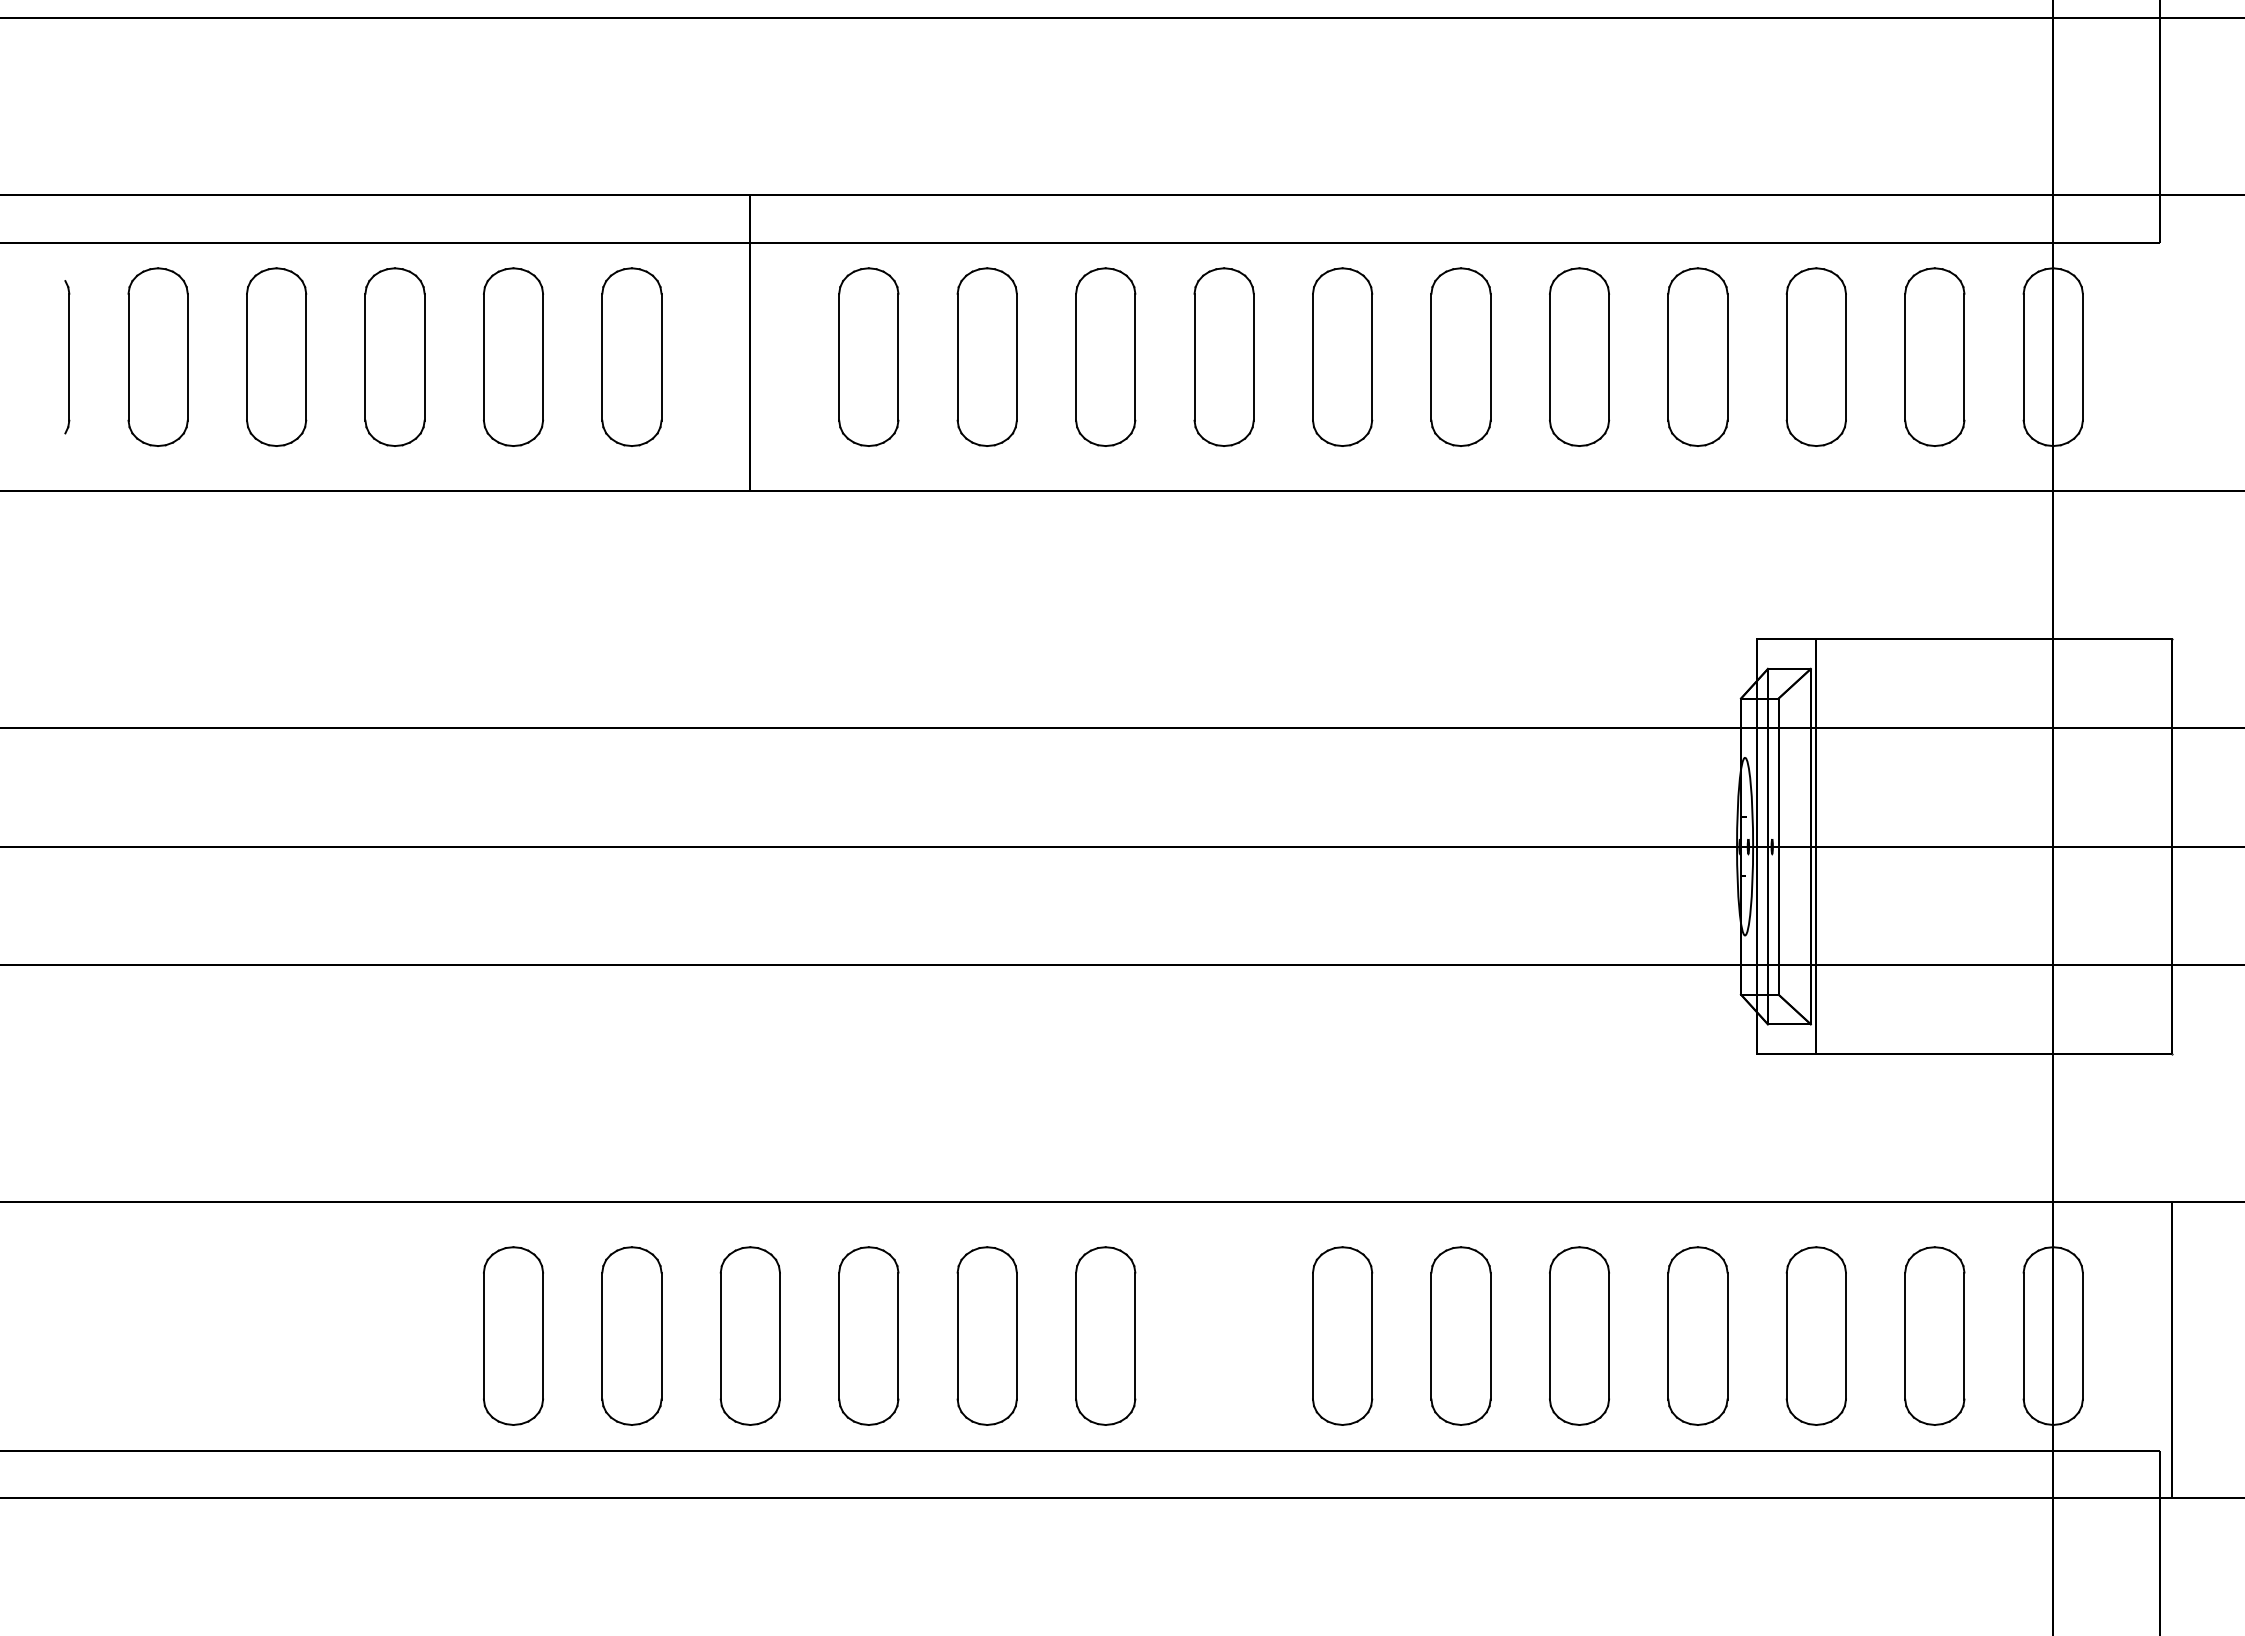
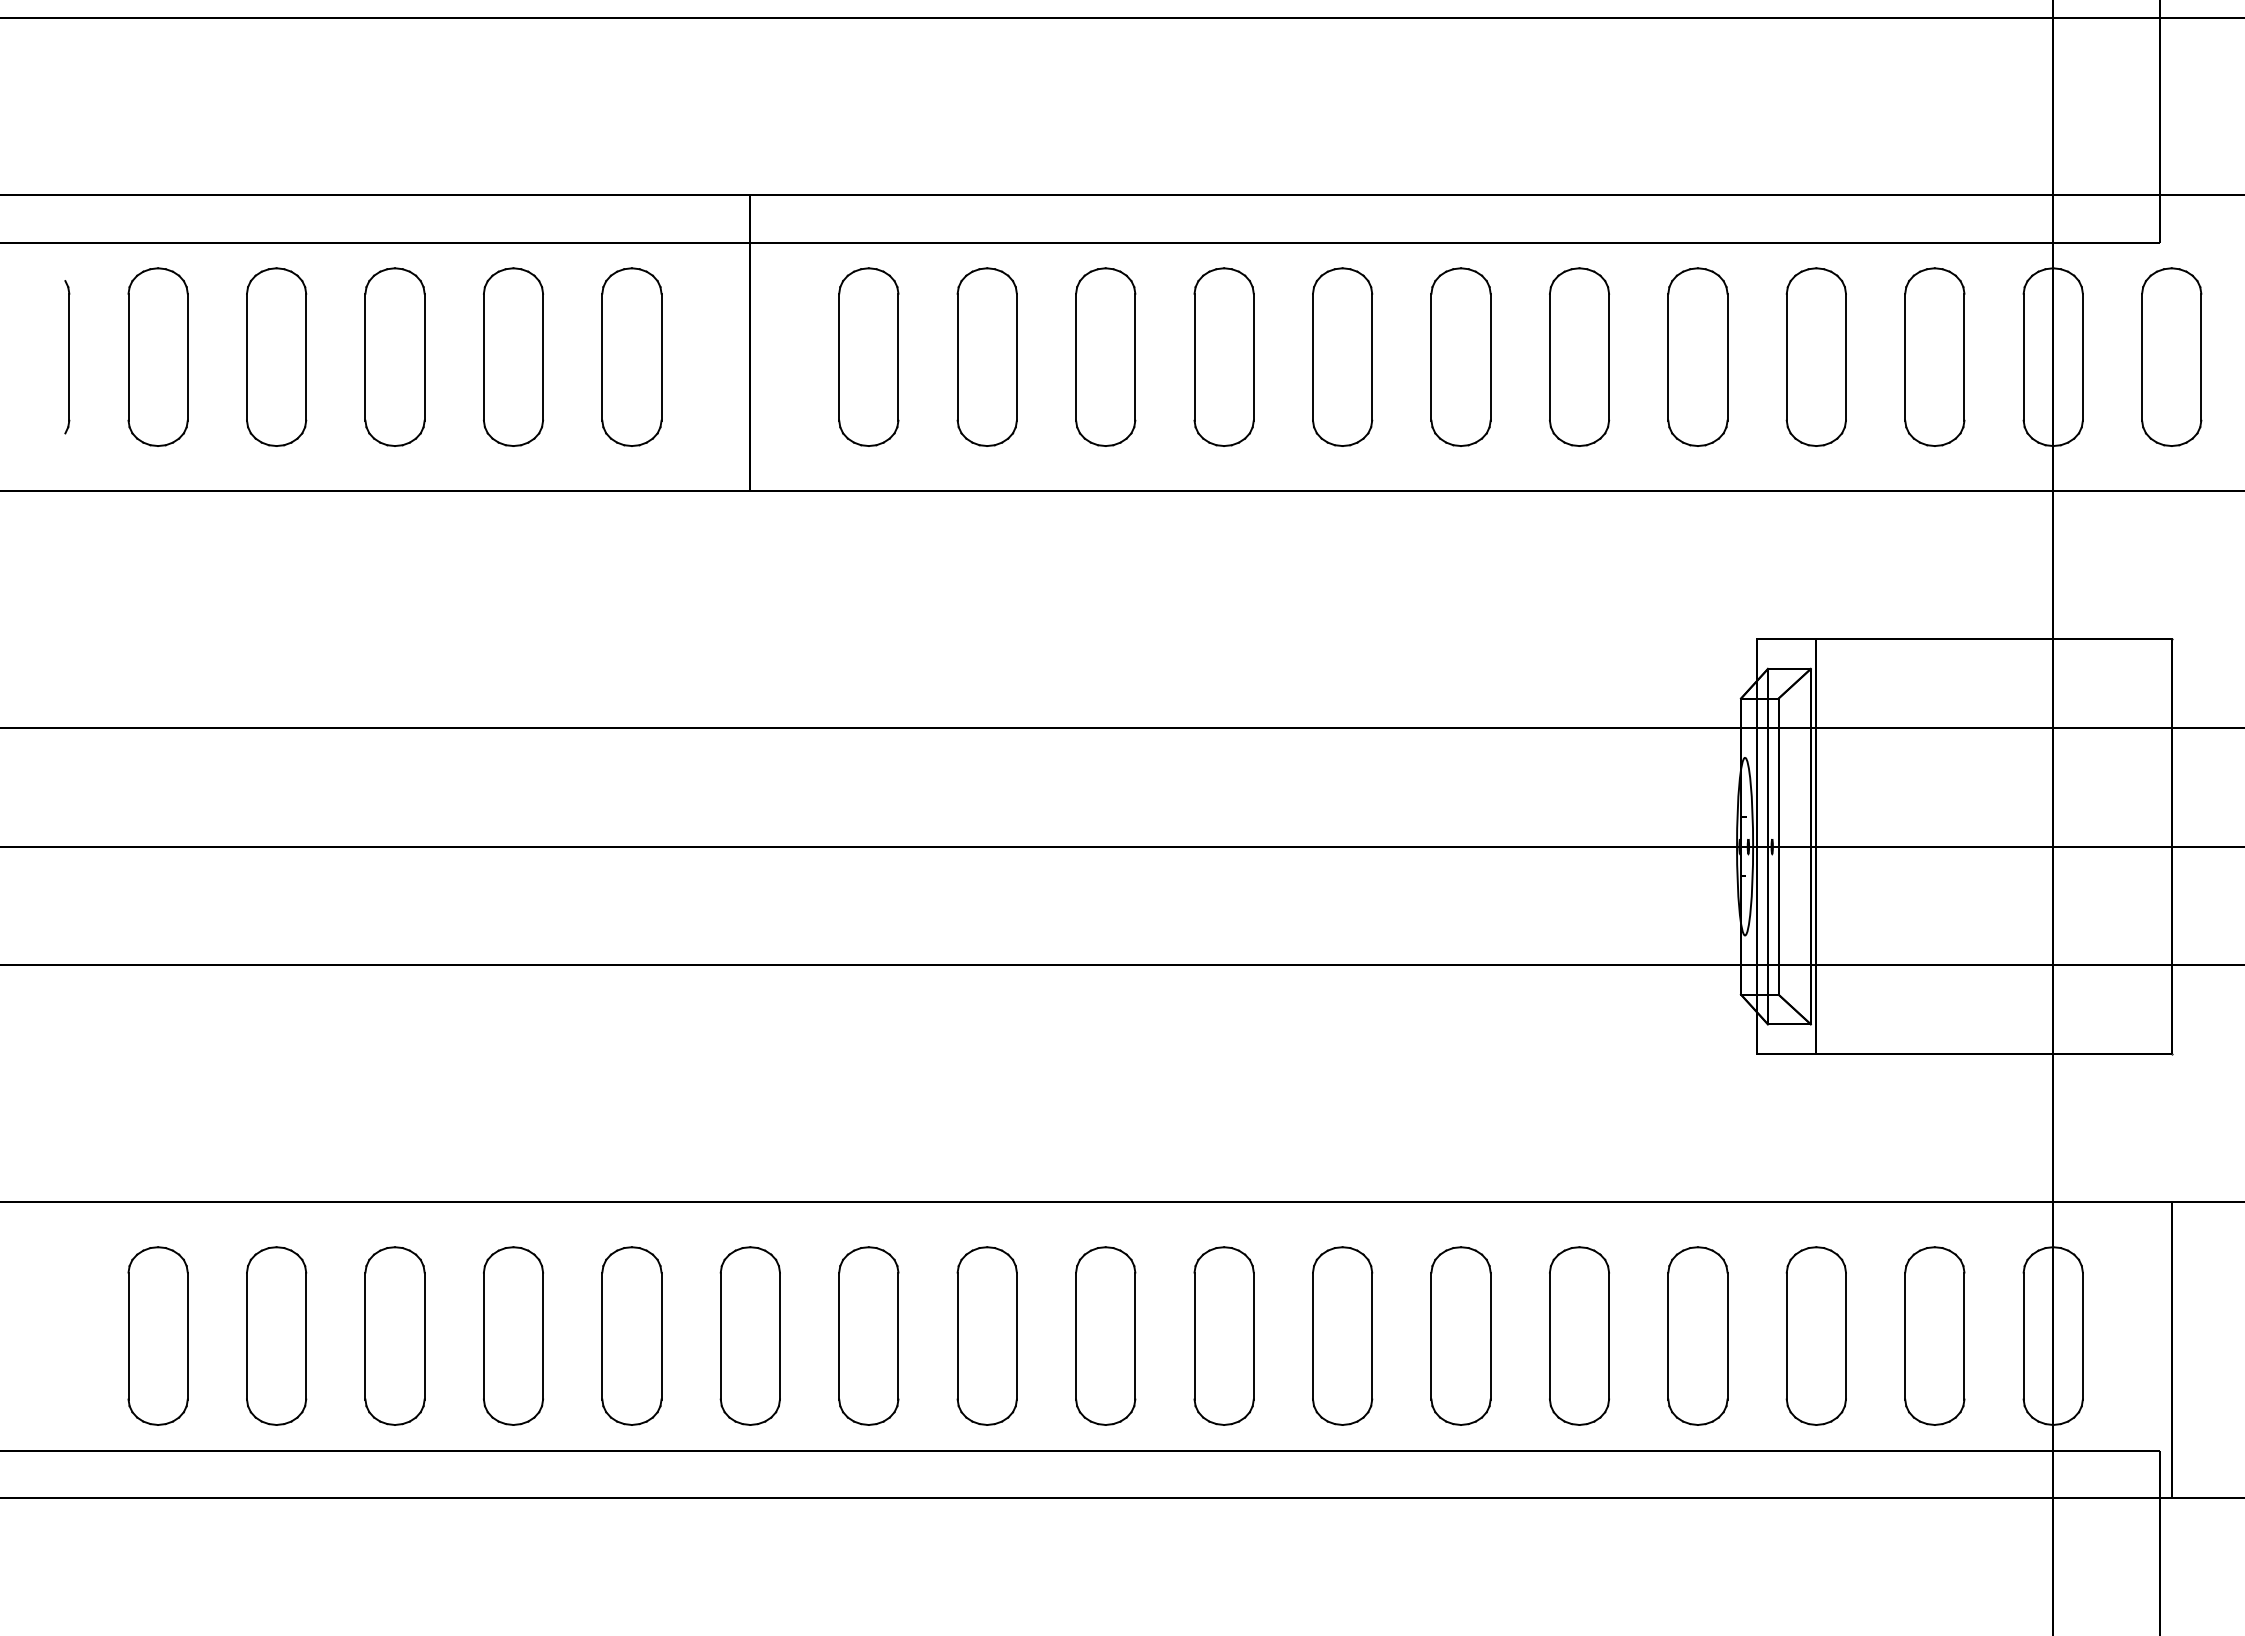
part at (2171, 356): none -> present
part at (157, 1335): none -> present
part at (276, 1335): none -> present
part at (394, 1335): none -> present
part at (1223, 1335): none -> present
